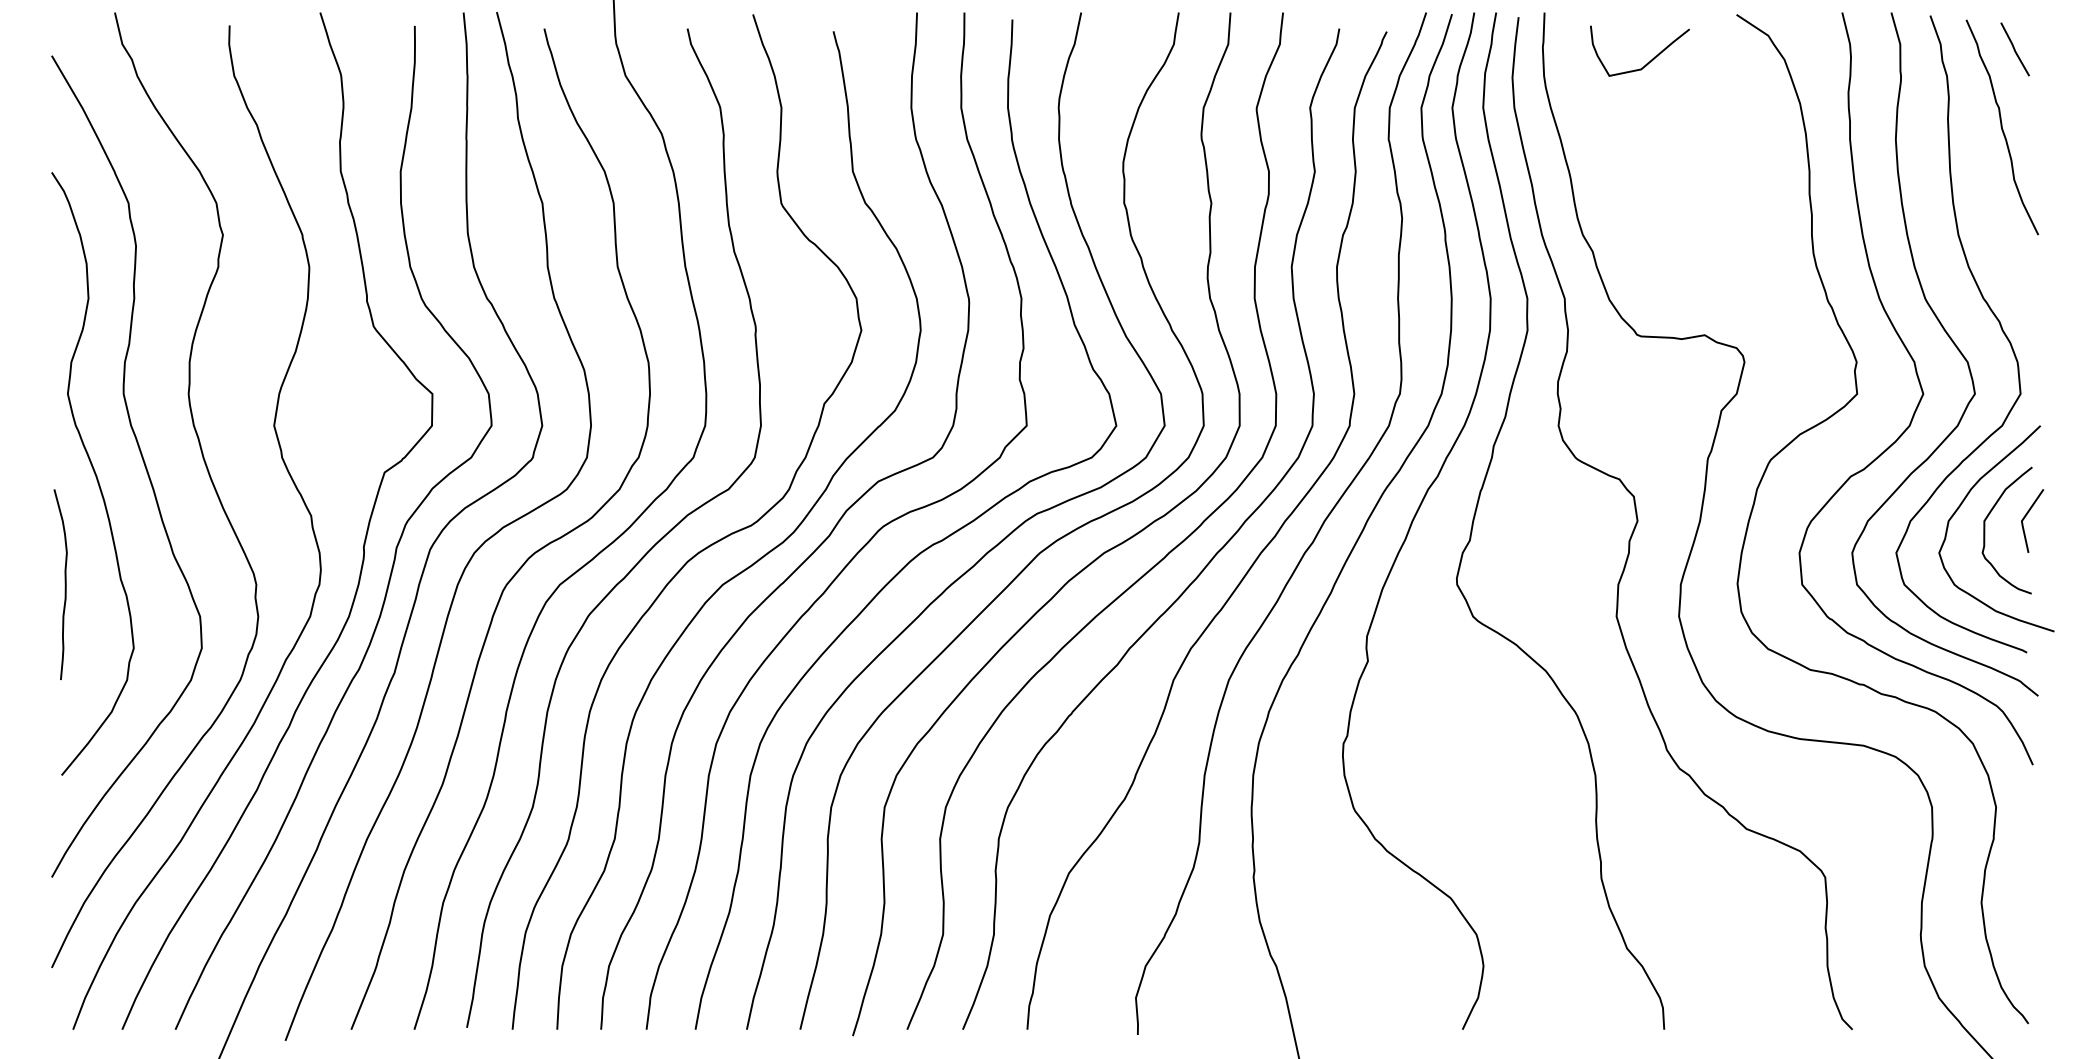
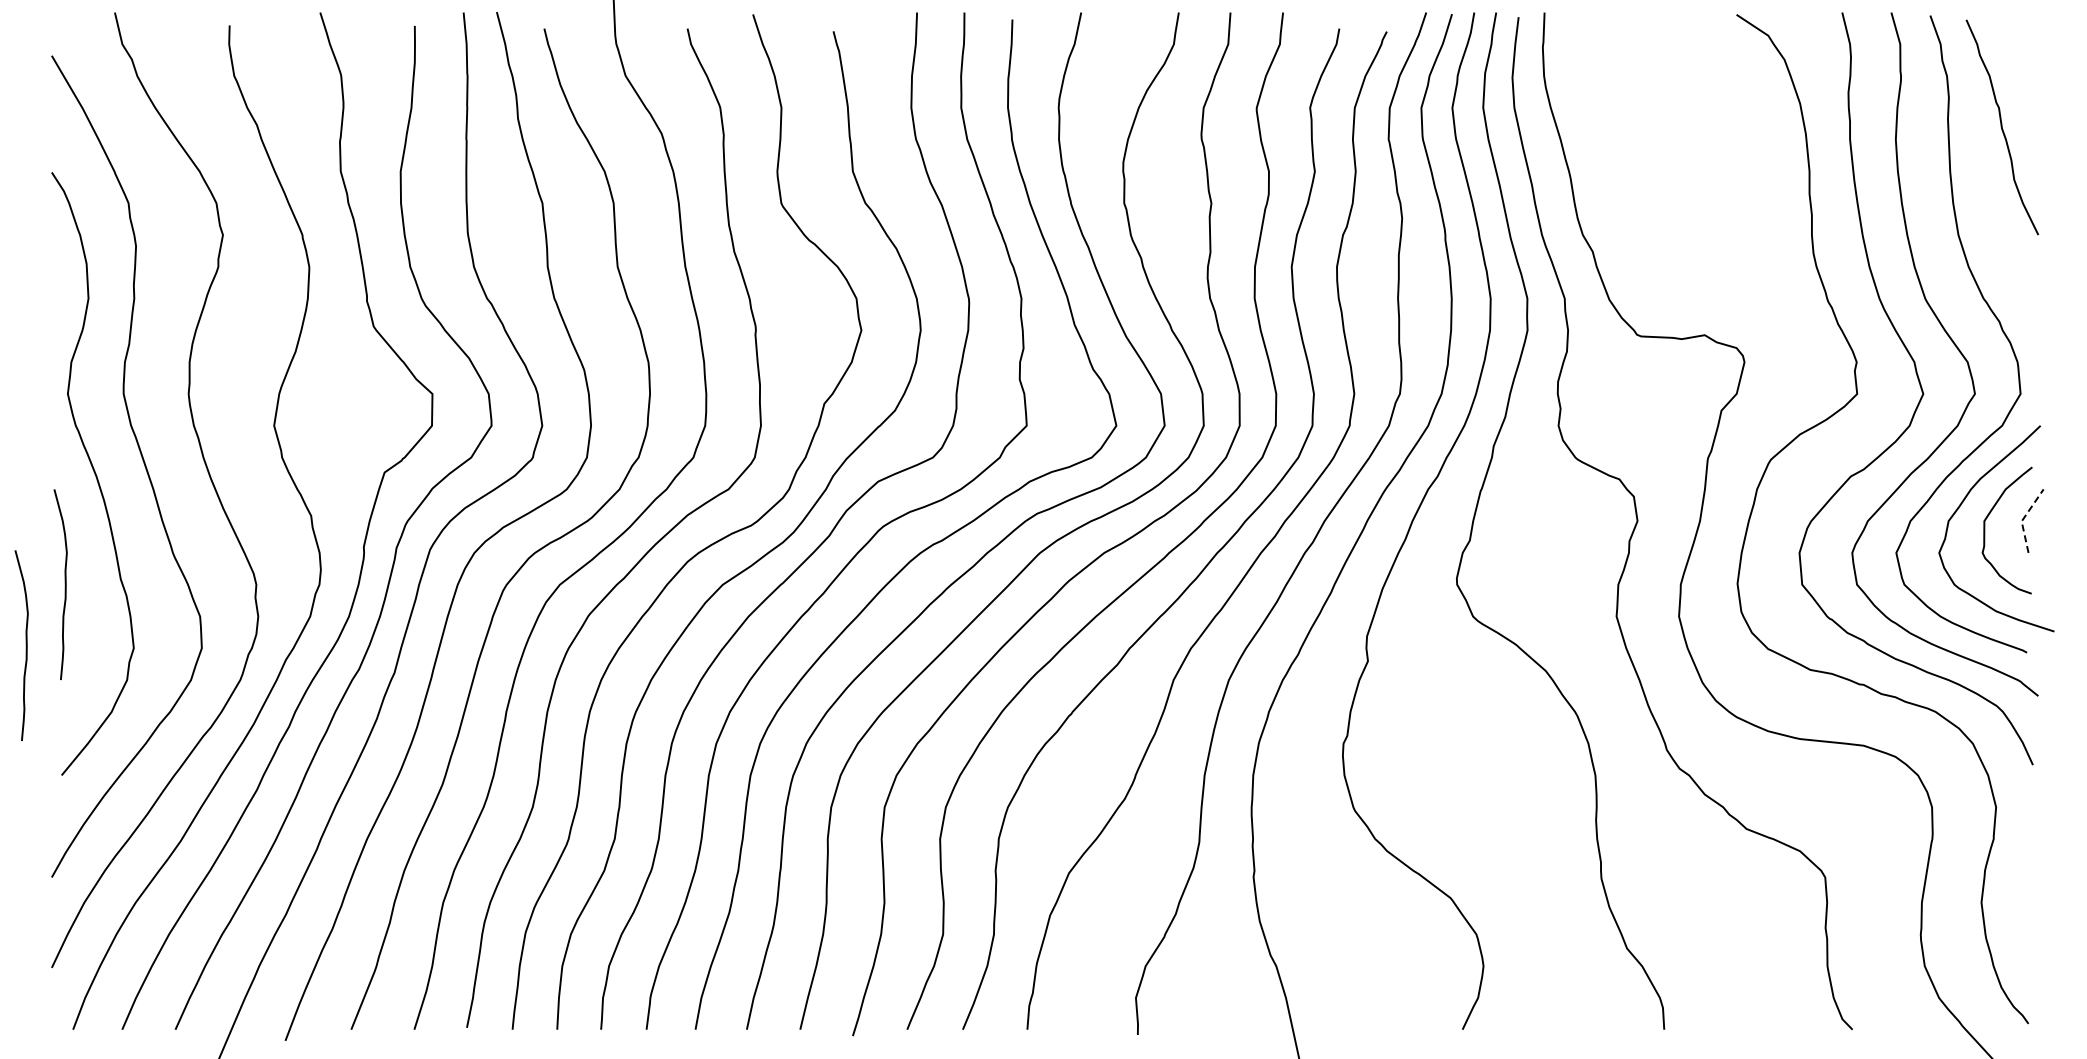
line at (2014, 49): present -> none
curve at (1647, 62): present -> none
line at (2022, 519): solid -> dashed
curve at (25, 645): none -> present
